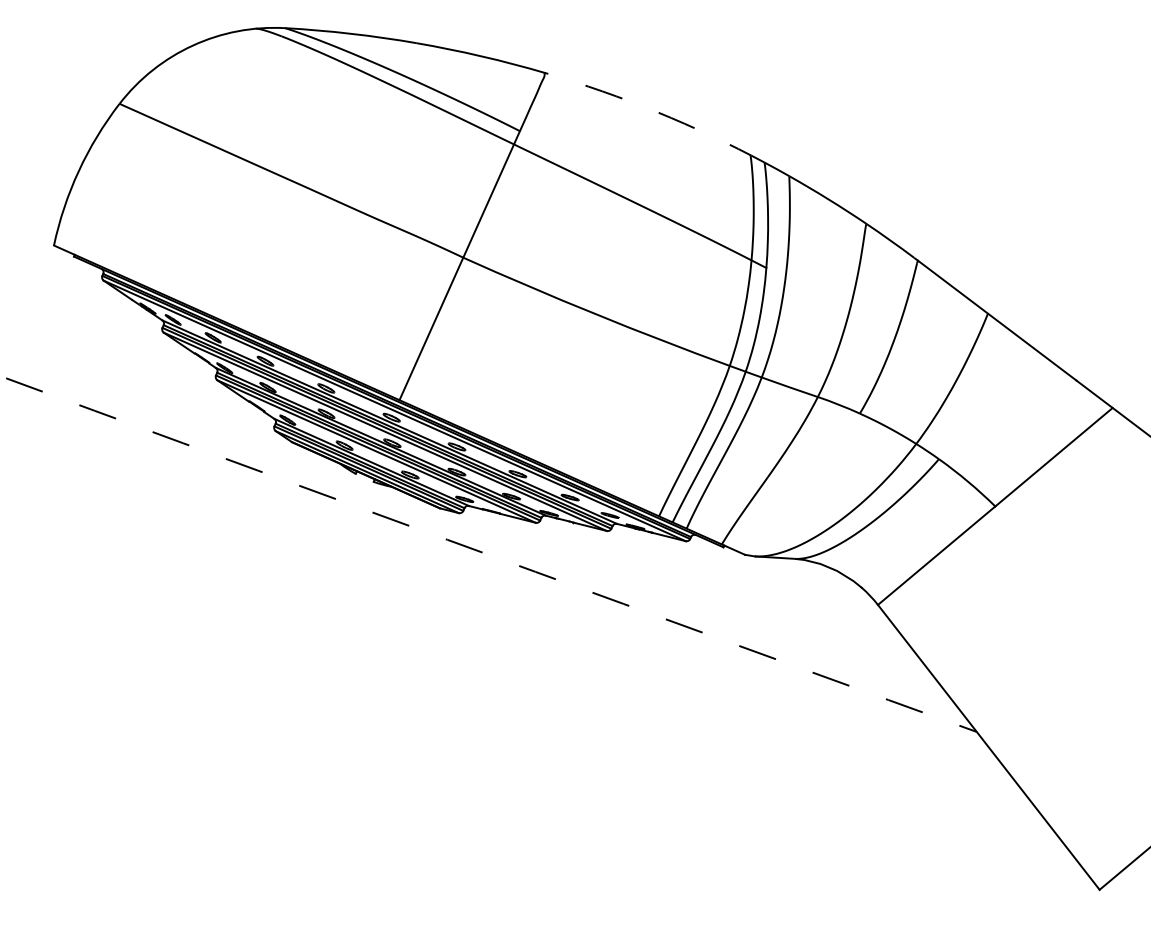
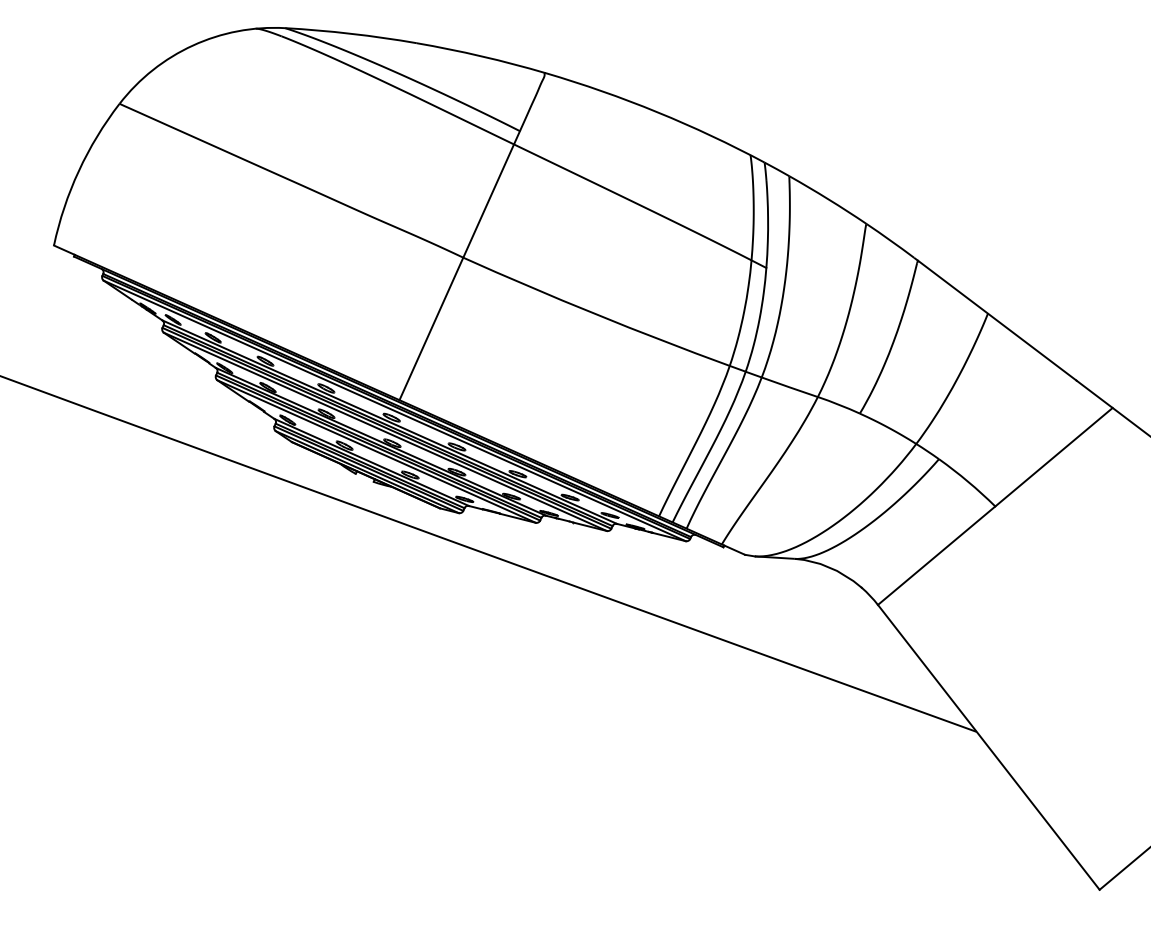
arc at (657, 112): dashed -> solid
arc at (488, 554): dashed -> solid
